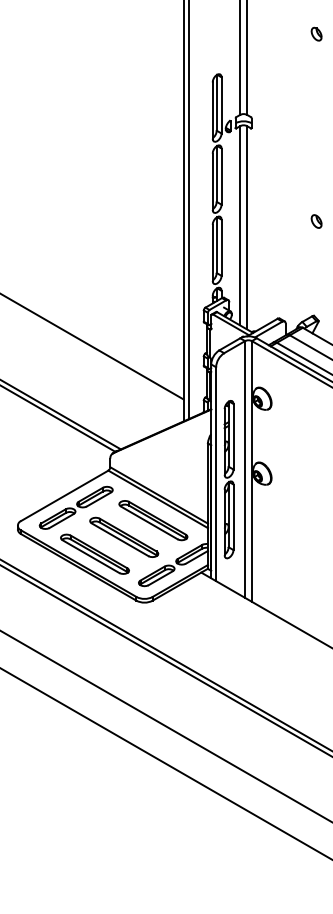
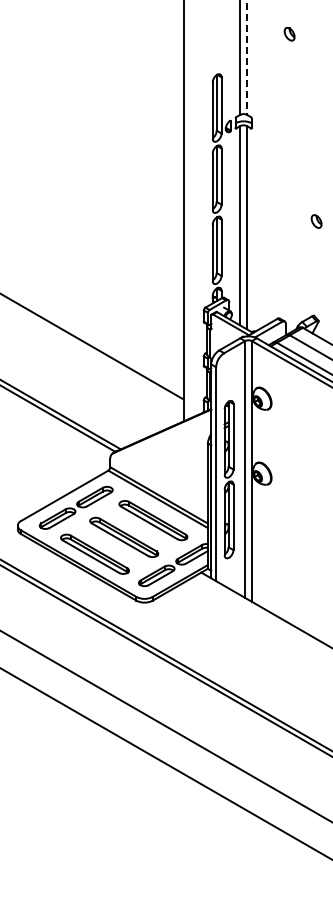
part at (316, 33) position: (316, 33) -> (289, 33)
line at (247, 57): solid -> dashed
line at (188, 210): present -> none
